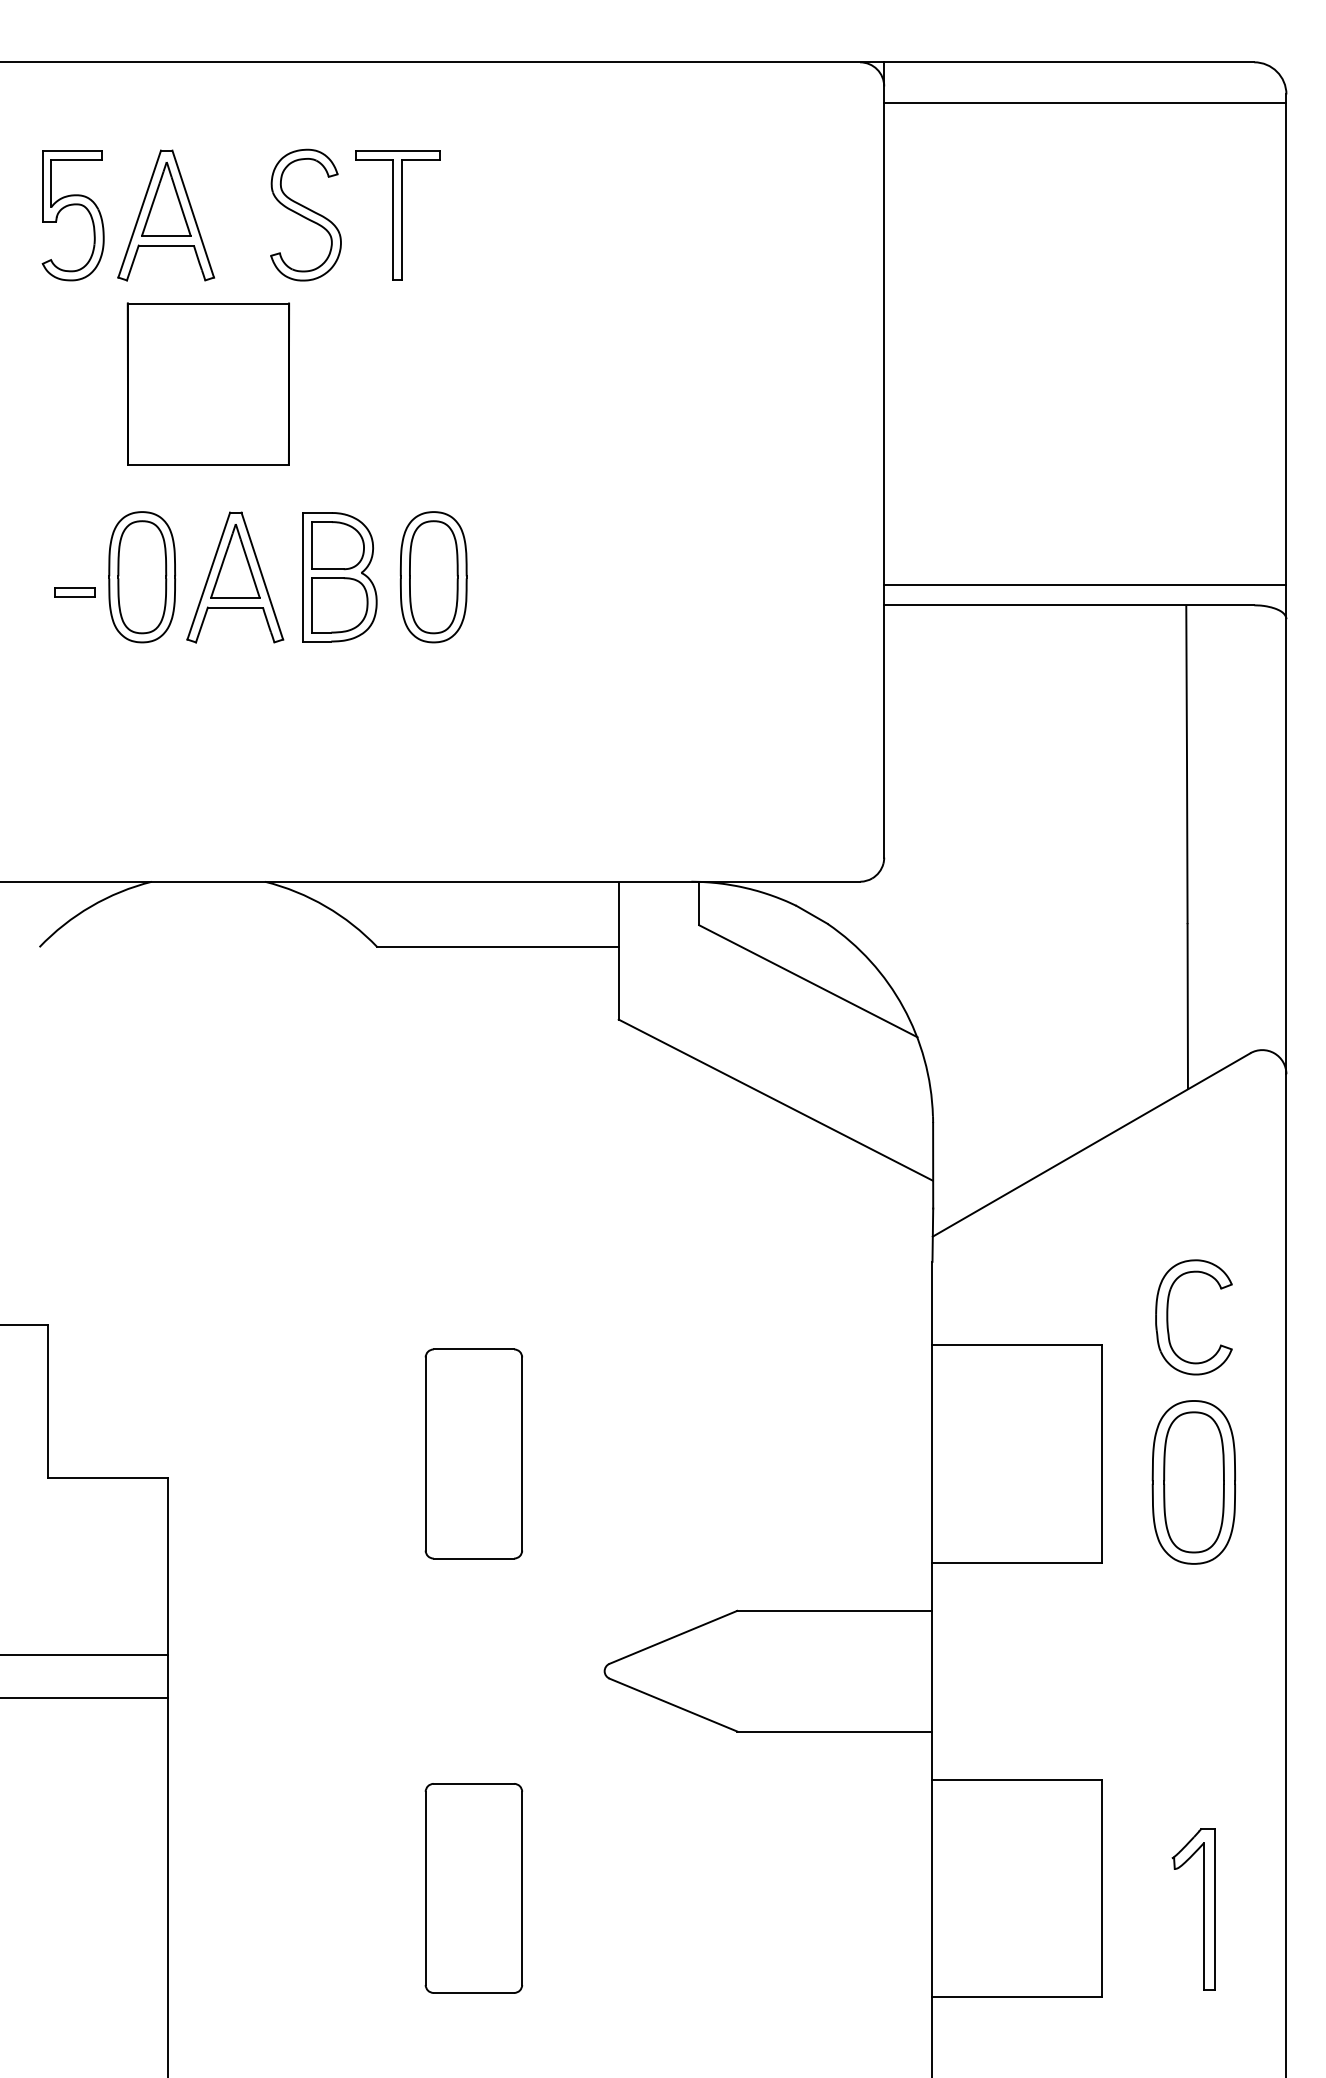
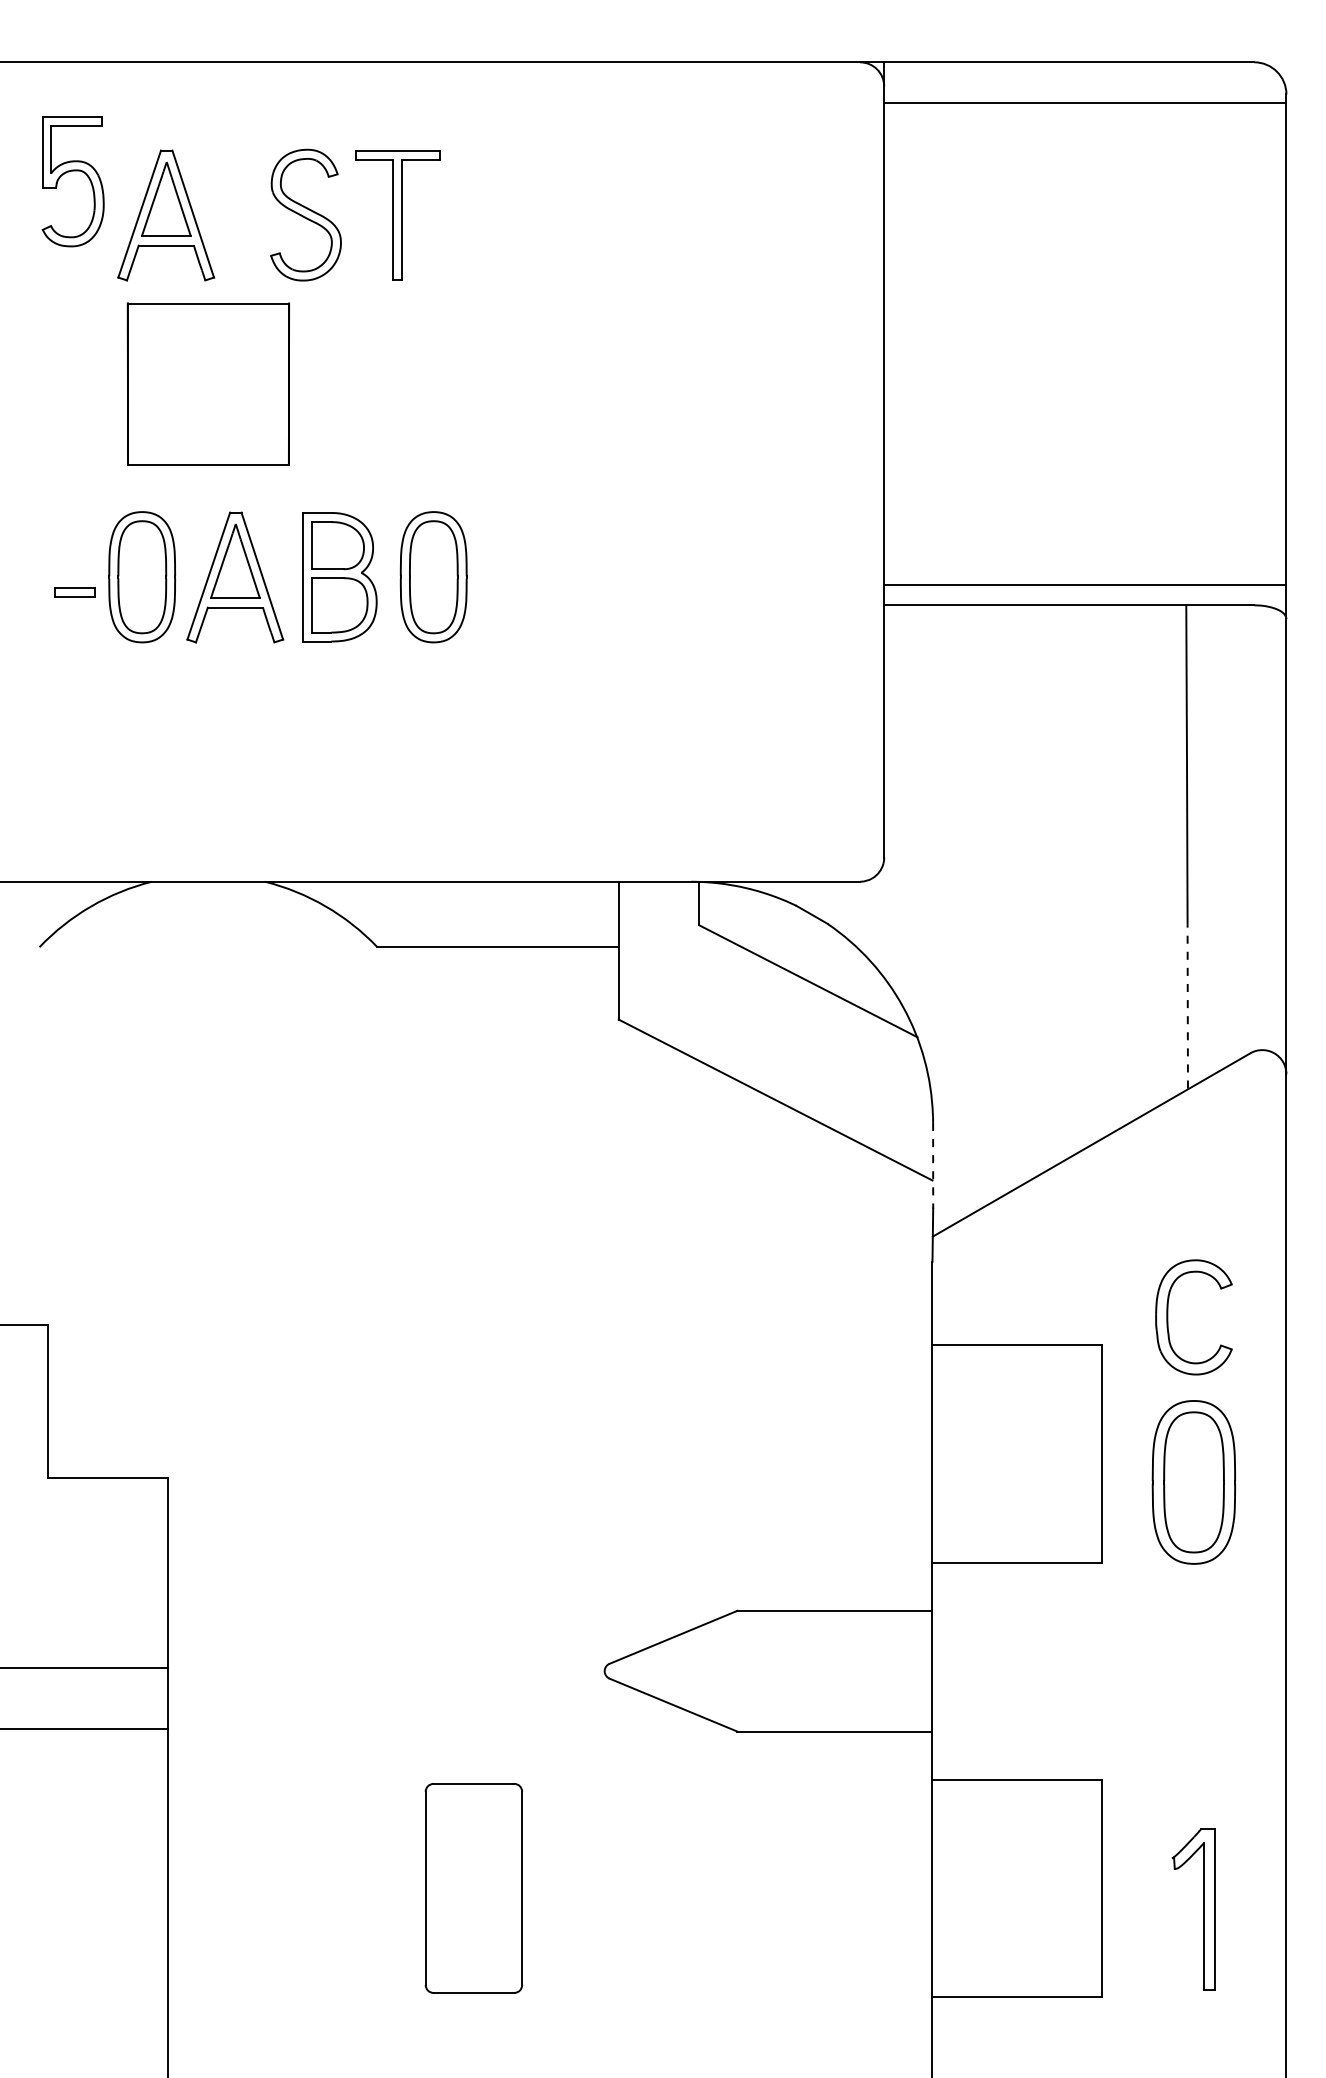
part at (69, 206) position: (69, 206) -> (69, 172)
line at (1187, 1005): solid -> dashed
line at (933, 1165): solid -> dashed
part at (473, 1453): present -> none
line at (85, 1655) position: (85, 1655) -> (85, 1668)
line at (85, 1698) position: (85, 1698) -> (85, 1729)
